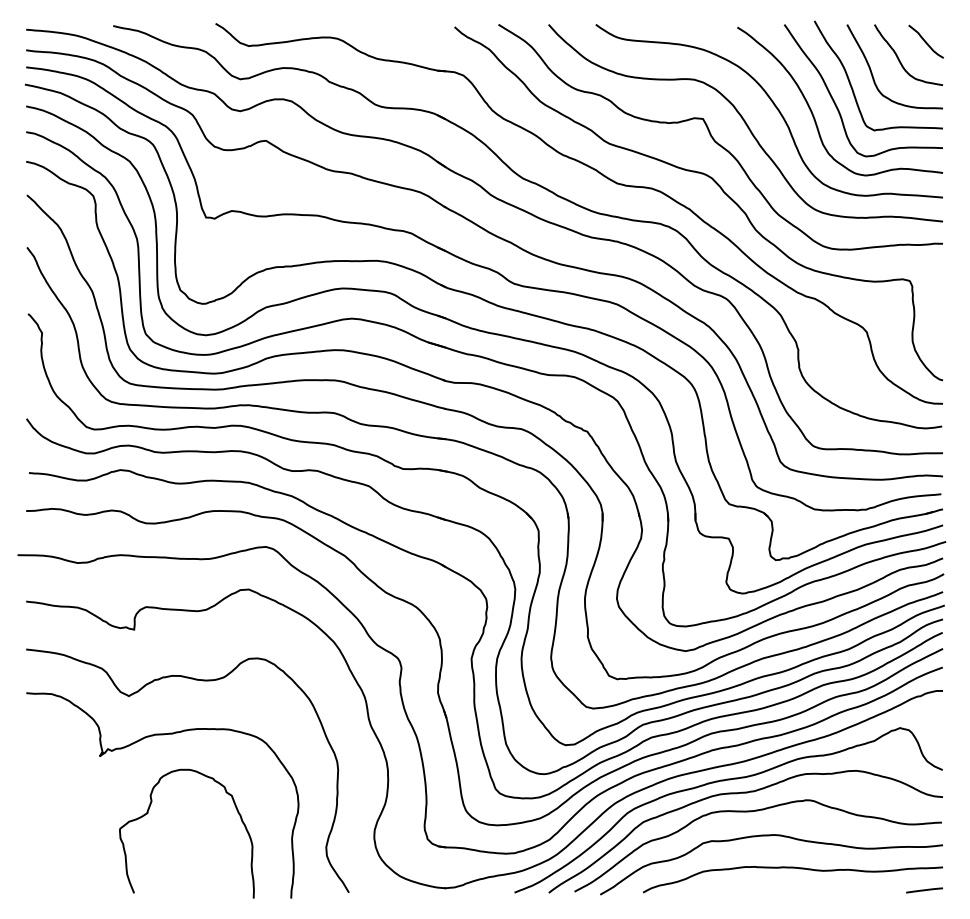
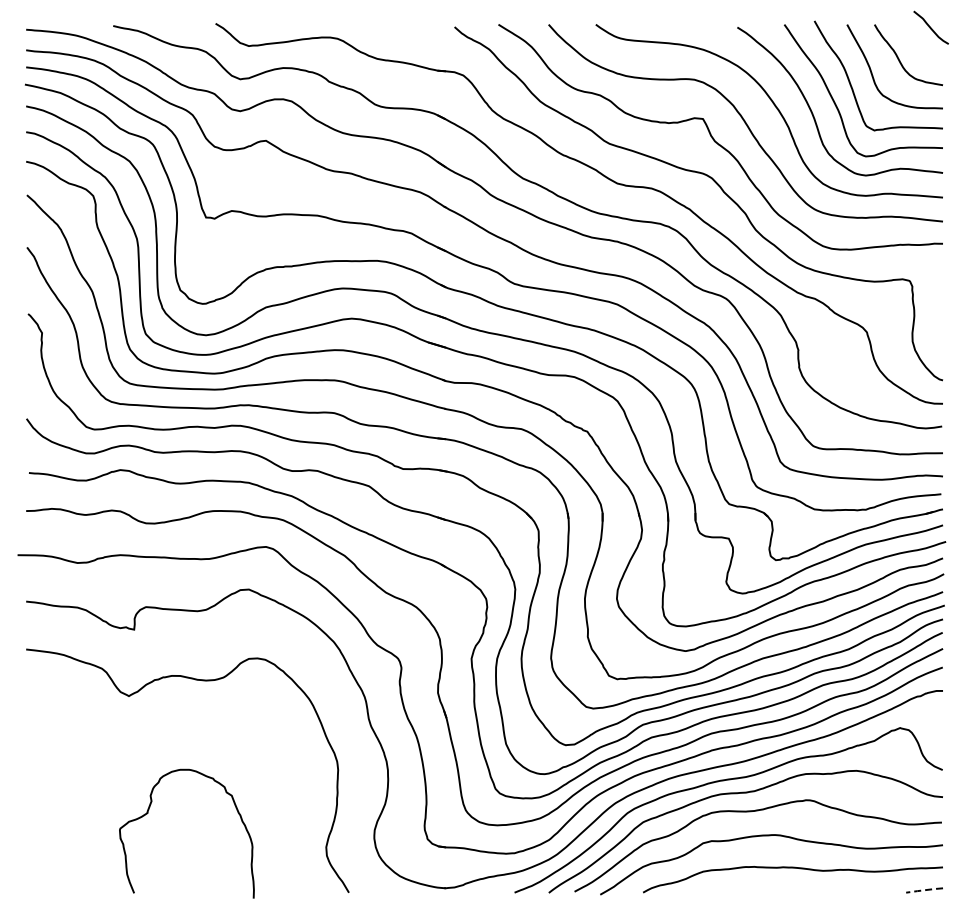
curve at (925, 41) position: (925, 41) -> (930, 27)
curve at (135, 743): present -> none
line at (923, 890): solid -> dashed
